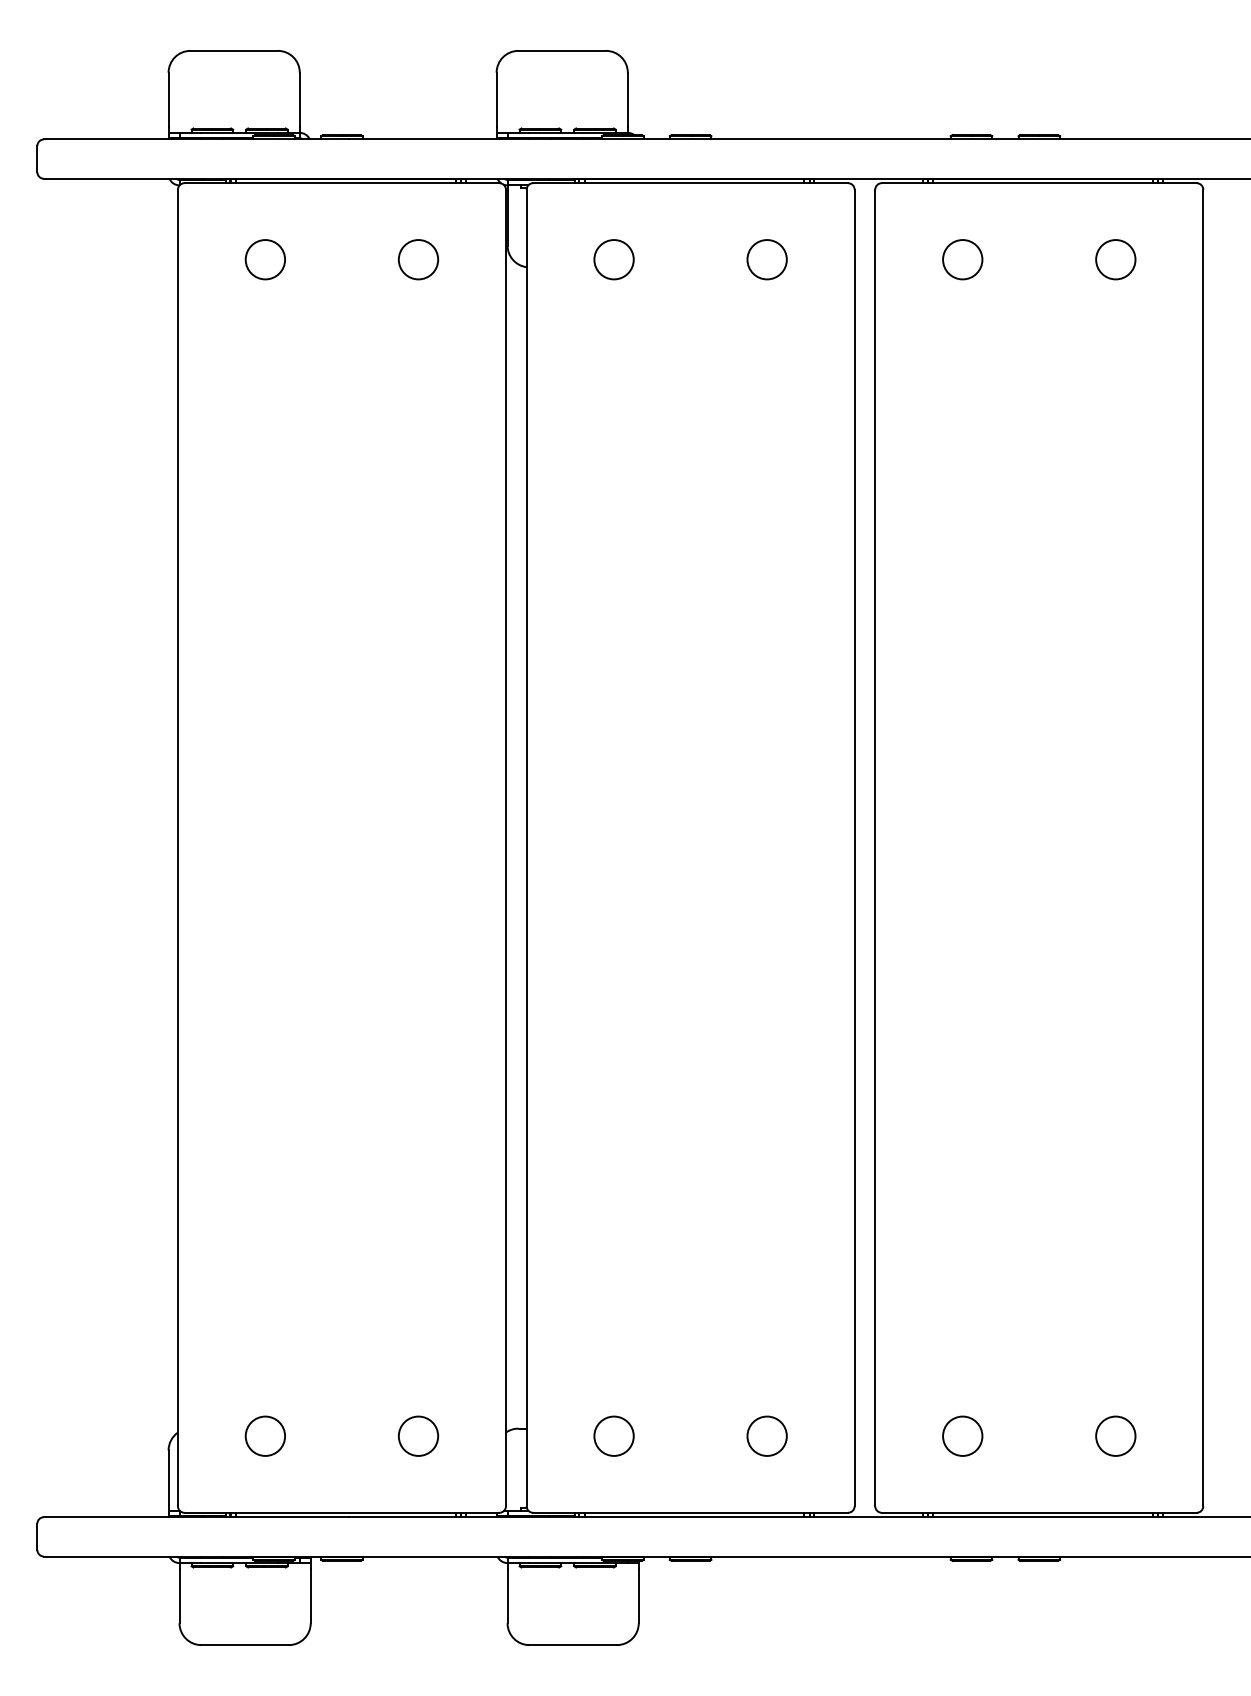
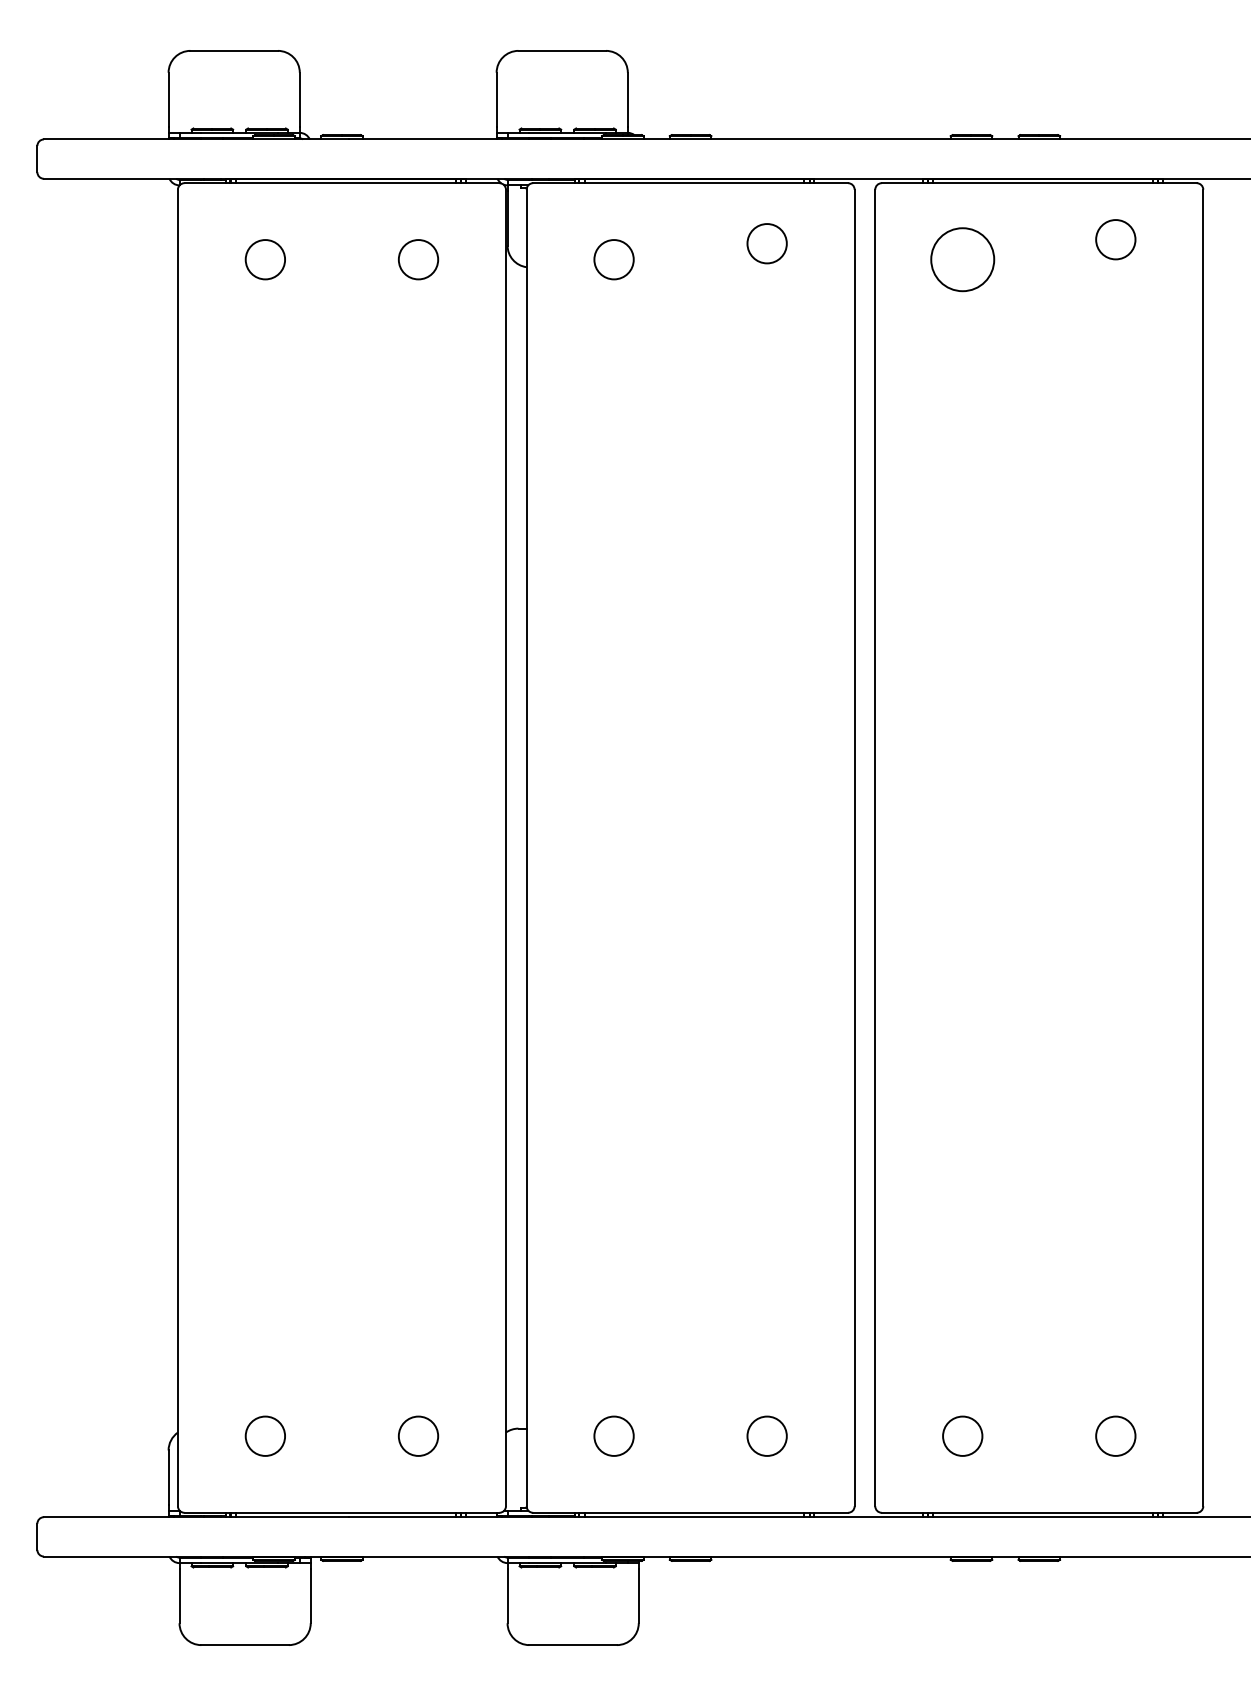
circle at (766, 259) position: (766, 259) -> (766, 243)
circle at (962, 259) diameter: 39 px -> 63 px
circle at (1115, 259) position: (1115, 259) -> (1115, 239)
